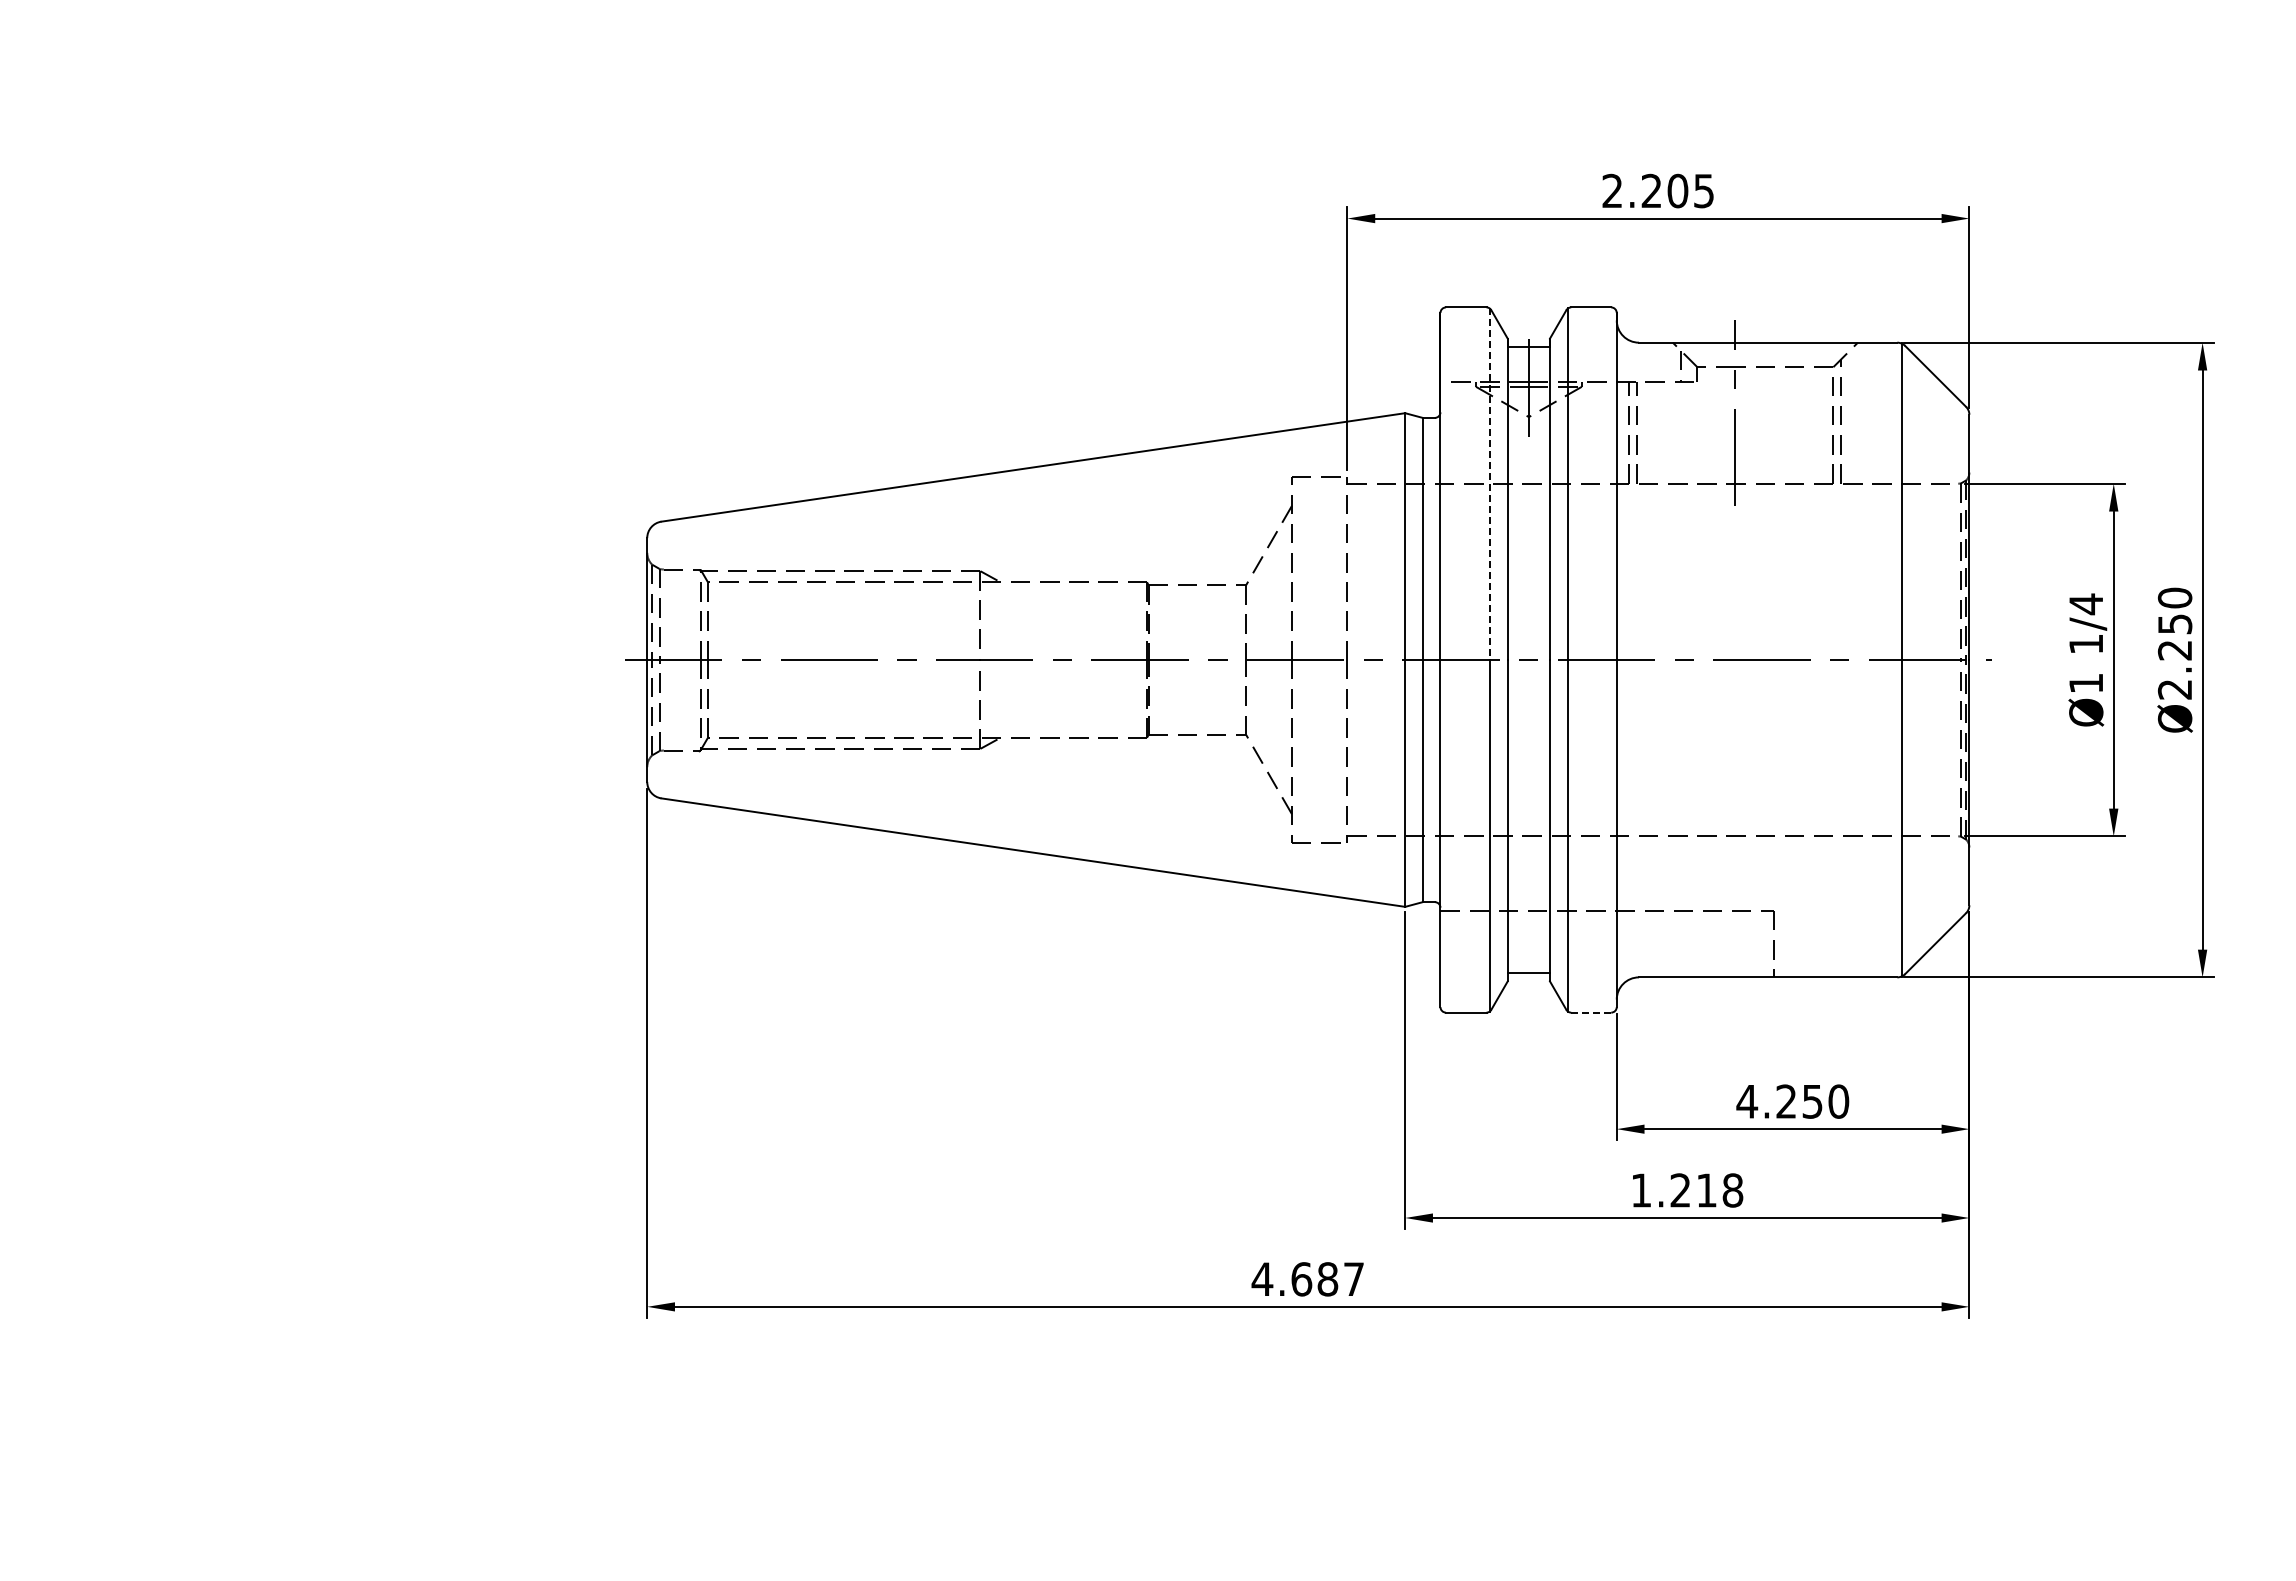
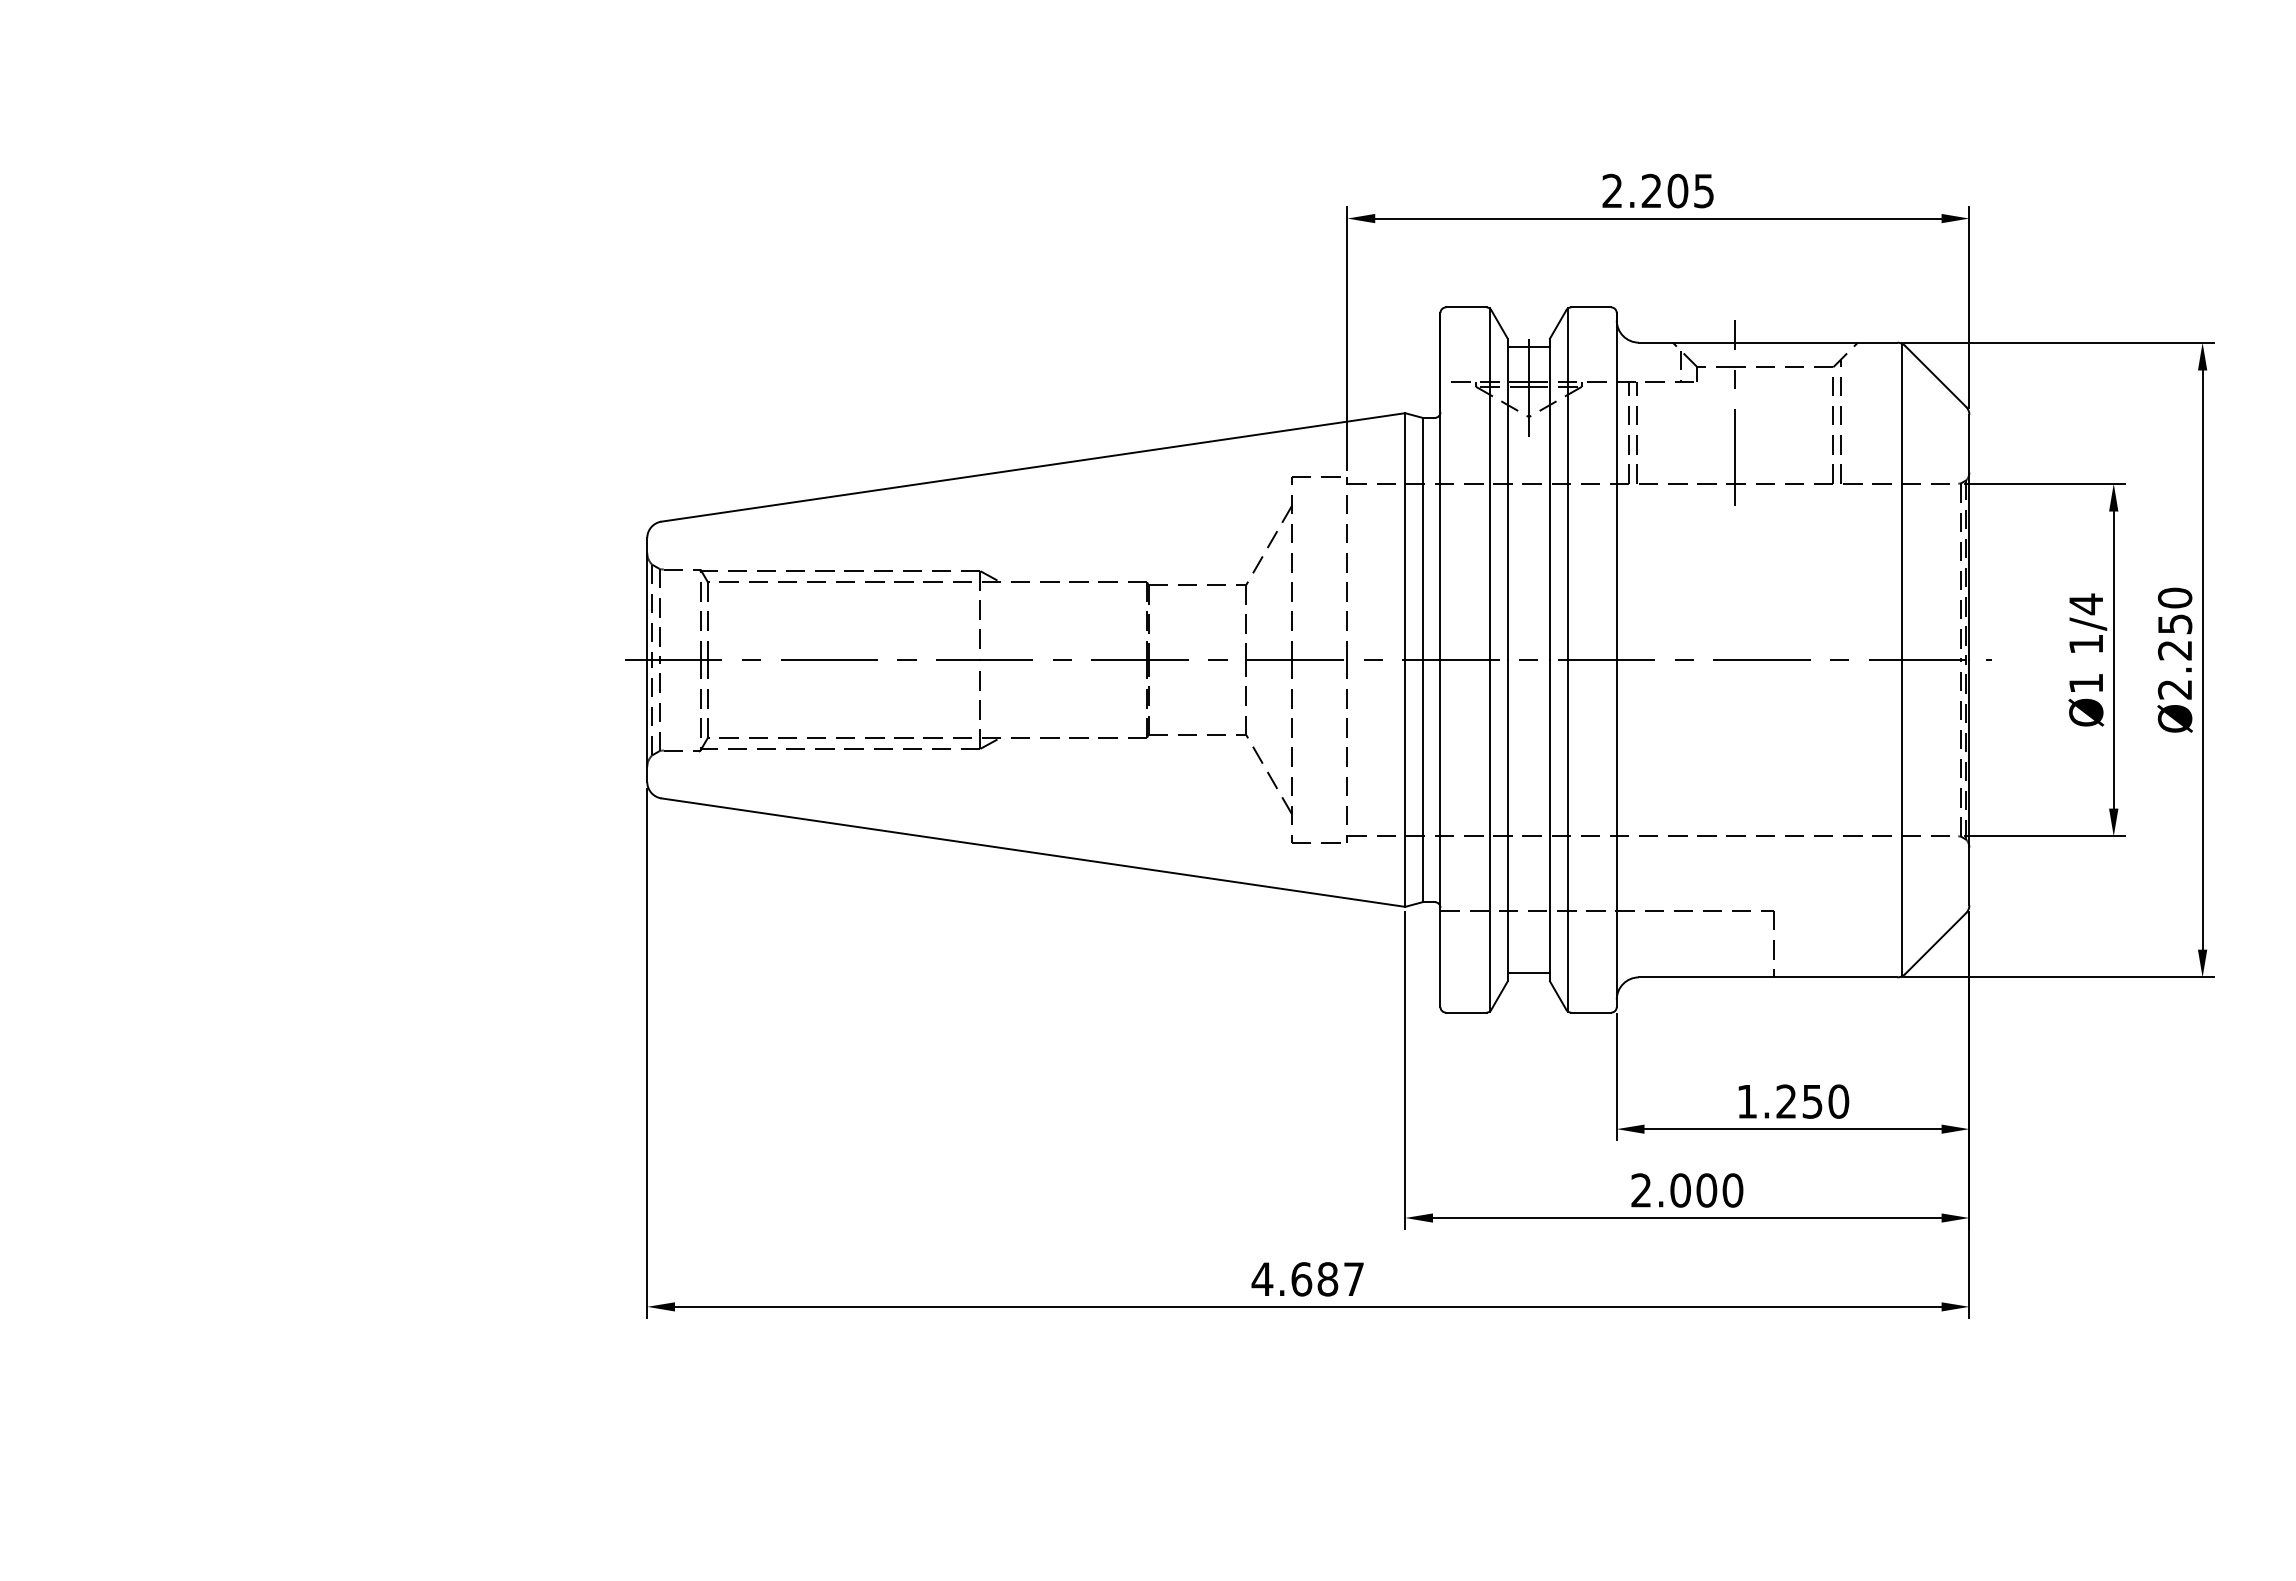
line at (1489, 484): dashed -> solid
line at (1590, 1012): dashed -> solid
text at (1747, 1101): 4.250 -> 1.250
text at (1687, 1190): 1.218 -> 2.000
